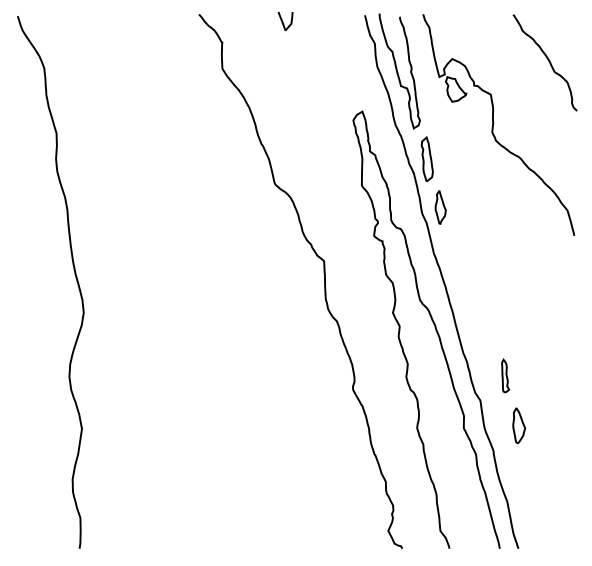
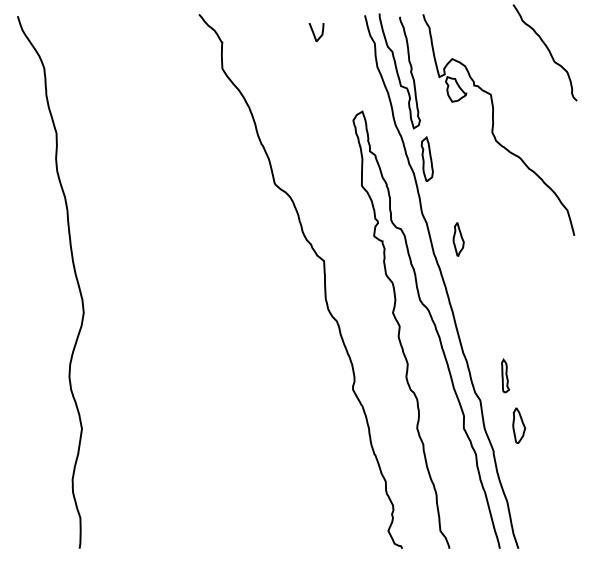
curve at (283, 21) position: (283, 21) -> (314, 32)
curve at (547, 60) position: (547, 60) -> (547, 50)
part at (440, 207) position: (440, 207) -> (458, 239)
